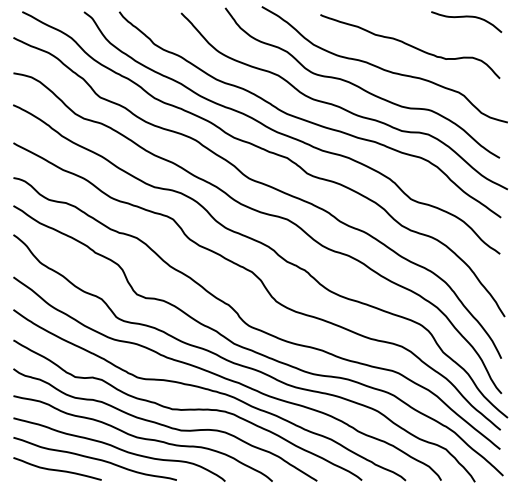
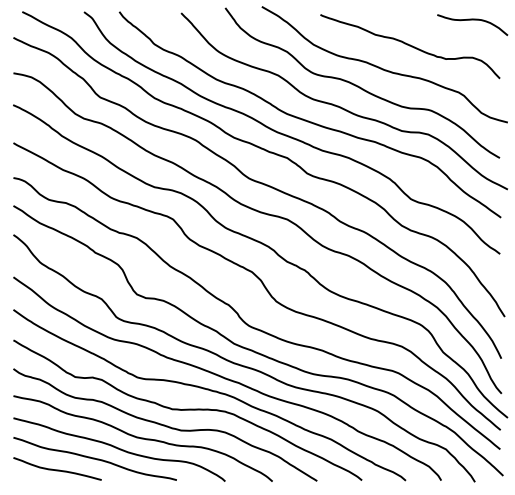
curve at (466, 17) position: (466, 17) -> (472, 20)
